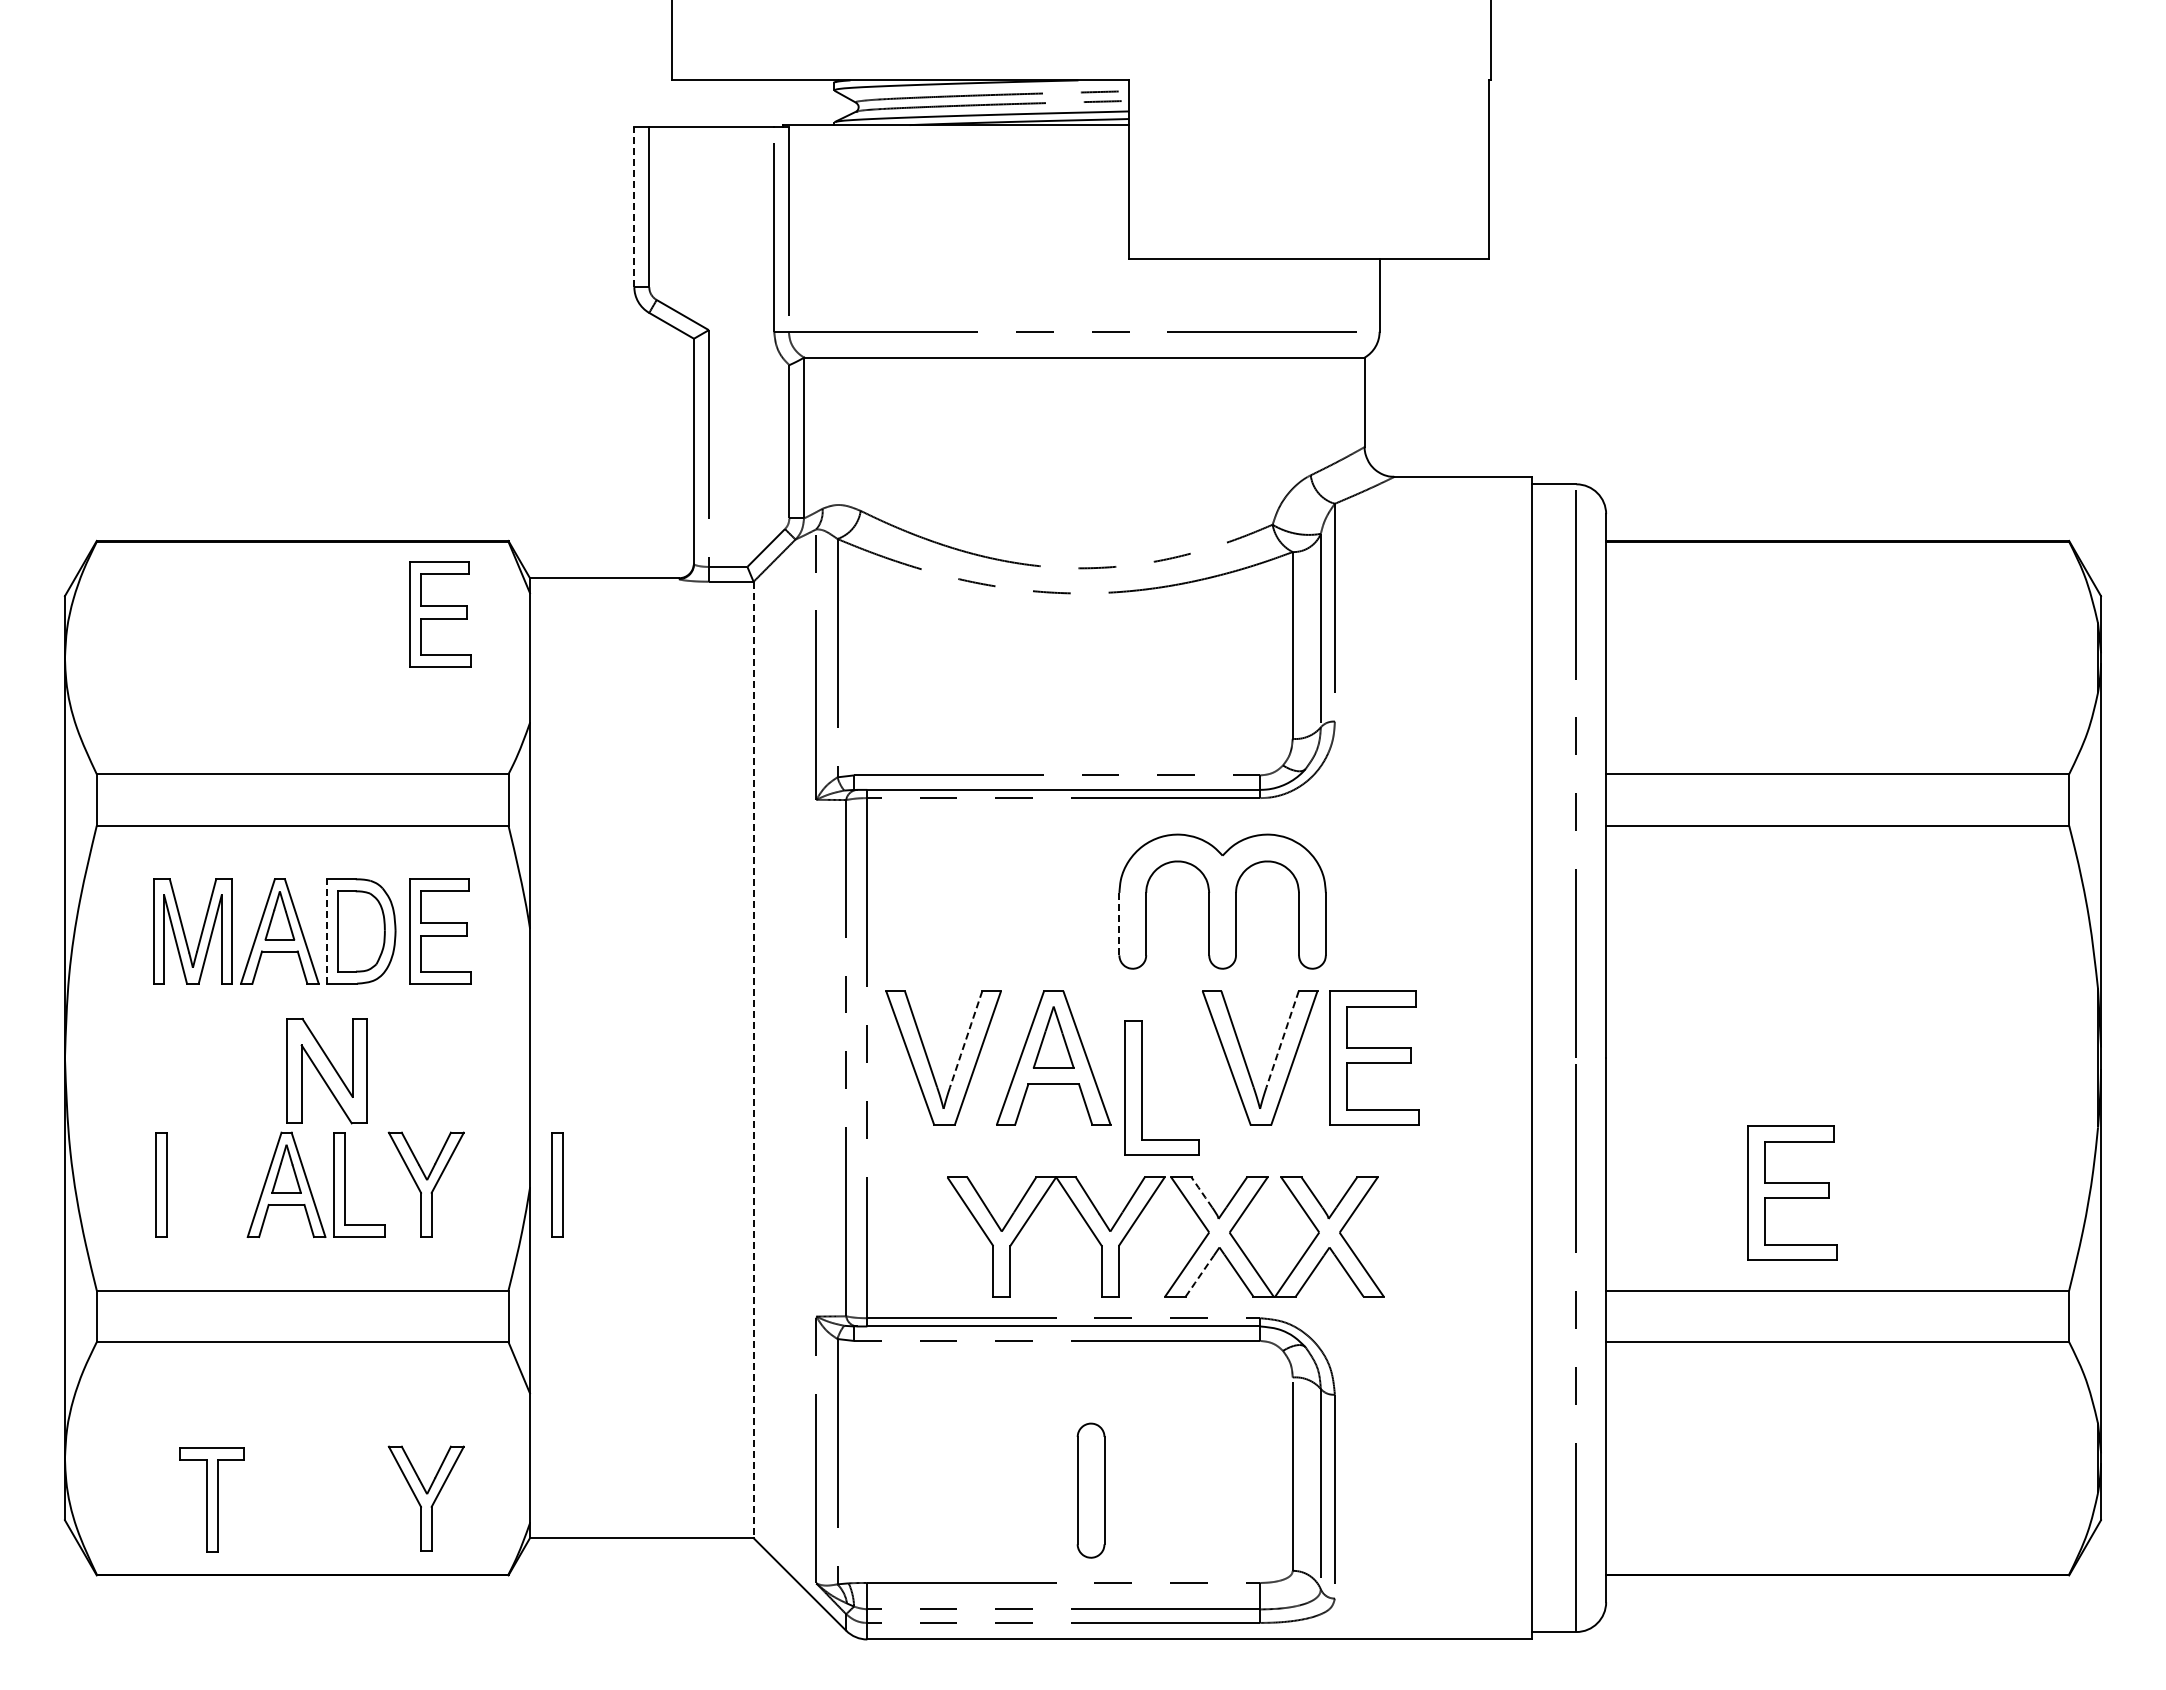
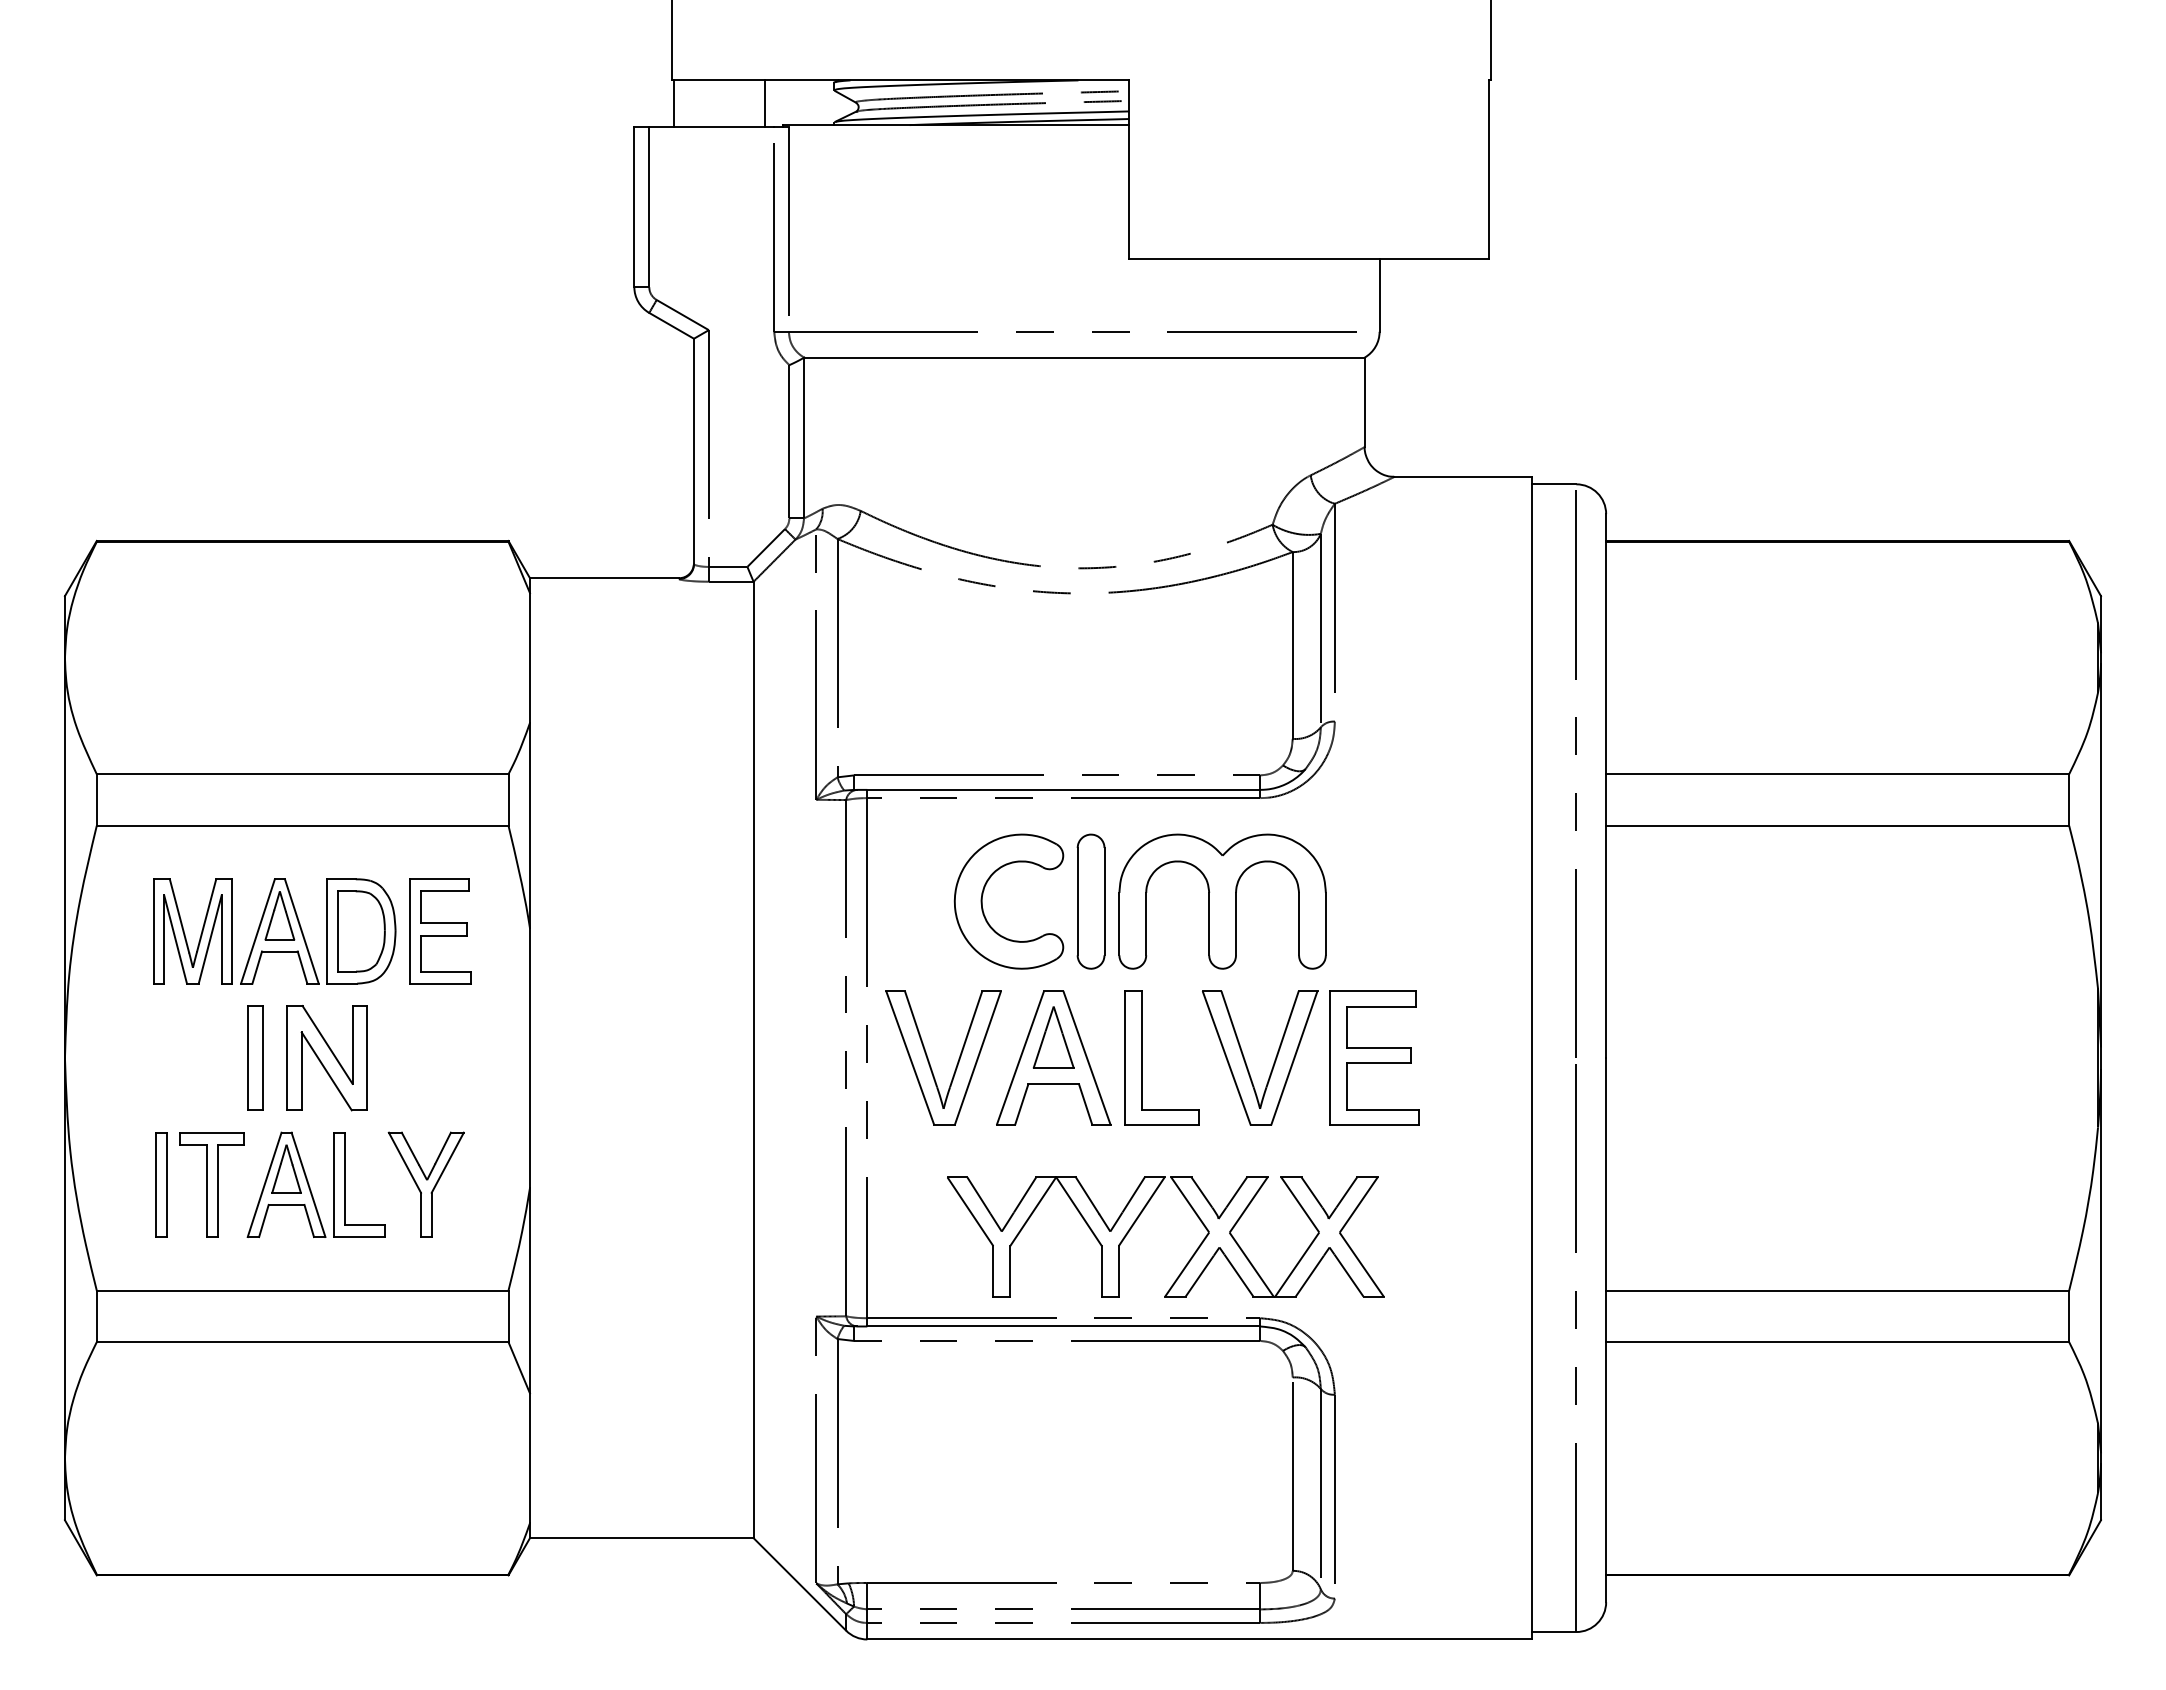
line at (674, 103): none -> present
line at (764, 103): none -> present
line at (634, 206): dashed -> solid
part at (440, 614): present -> none
part at (983, 894): none -> present
line at (1119, 923): dashed -> solid
line at (327, 930): dashed -> solid
line at (966, 1039): dashed -> solid
line at (1282, 1039): dashed -> solid
part at (255, 1057): none -> present
line at (753, 1060): dashed -> solid
part at (326, 1071) position: (326, 1071) -> (326, 1058)
part at (1142, 1087) position: (1142, 1087) -> (1142, 1057)
part at (557, 1184): present -> none
line at (1201, 1192): dashed -> solid
part at (1792, 1192): present -> none
line at (1199, 1275): dashed -> solid
part at (1090, 1490) position: (1090, 1490) -> (1090, 901)
part at (425, 1498): present -> none
part at (211, 1499) position: (211, 1499) -> (211, 1184)
